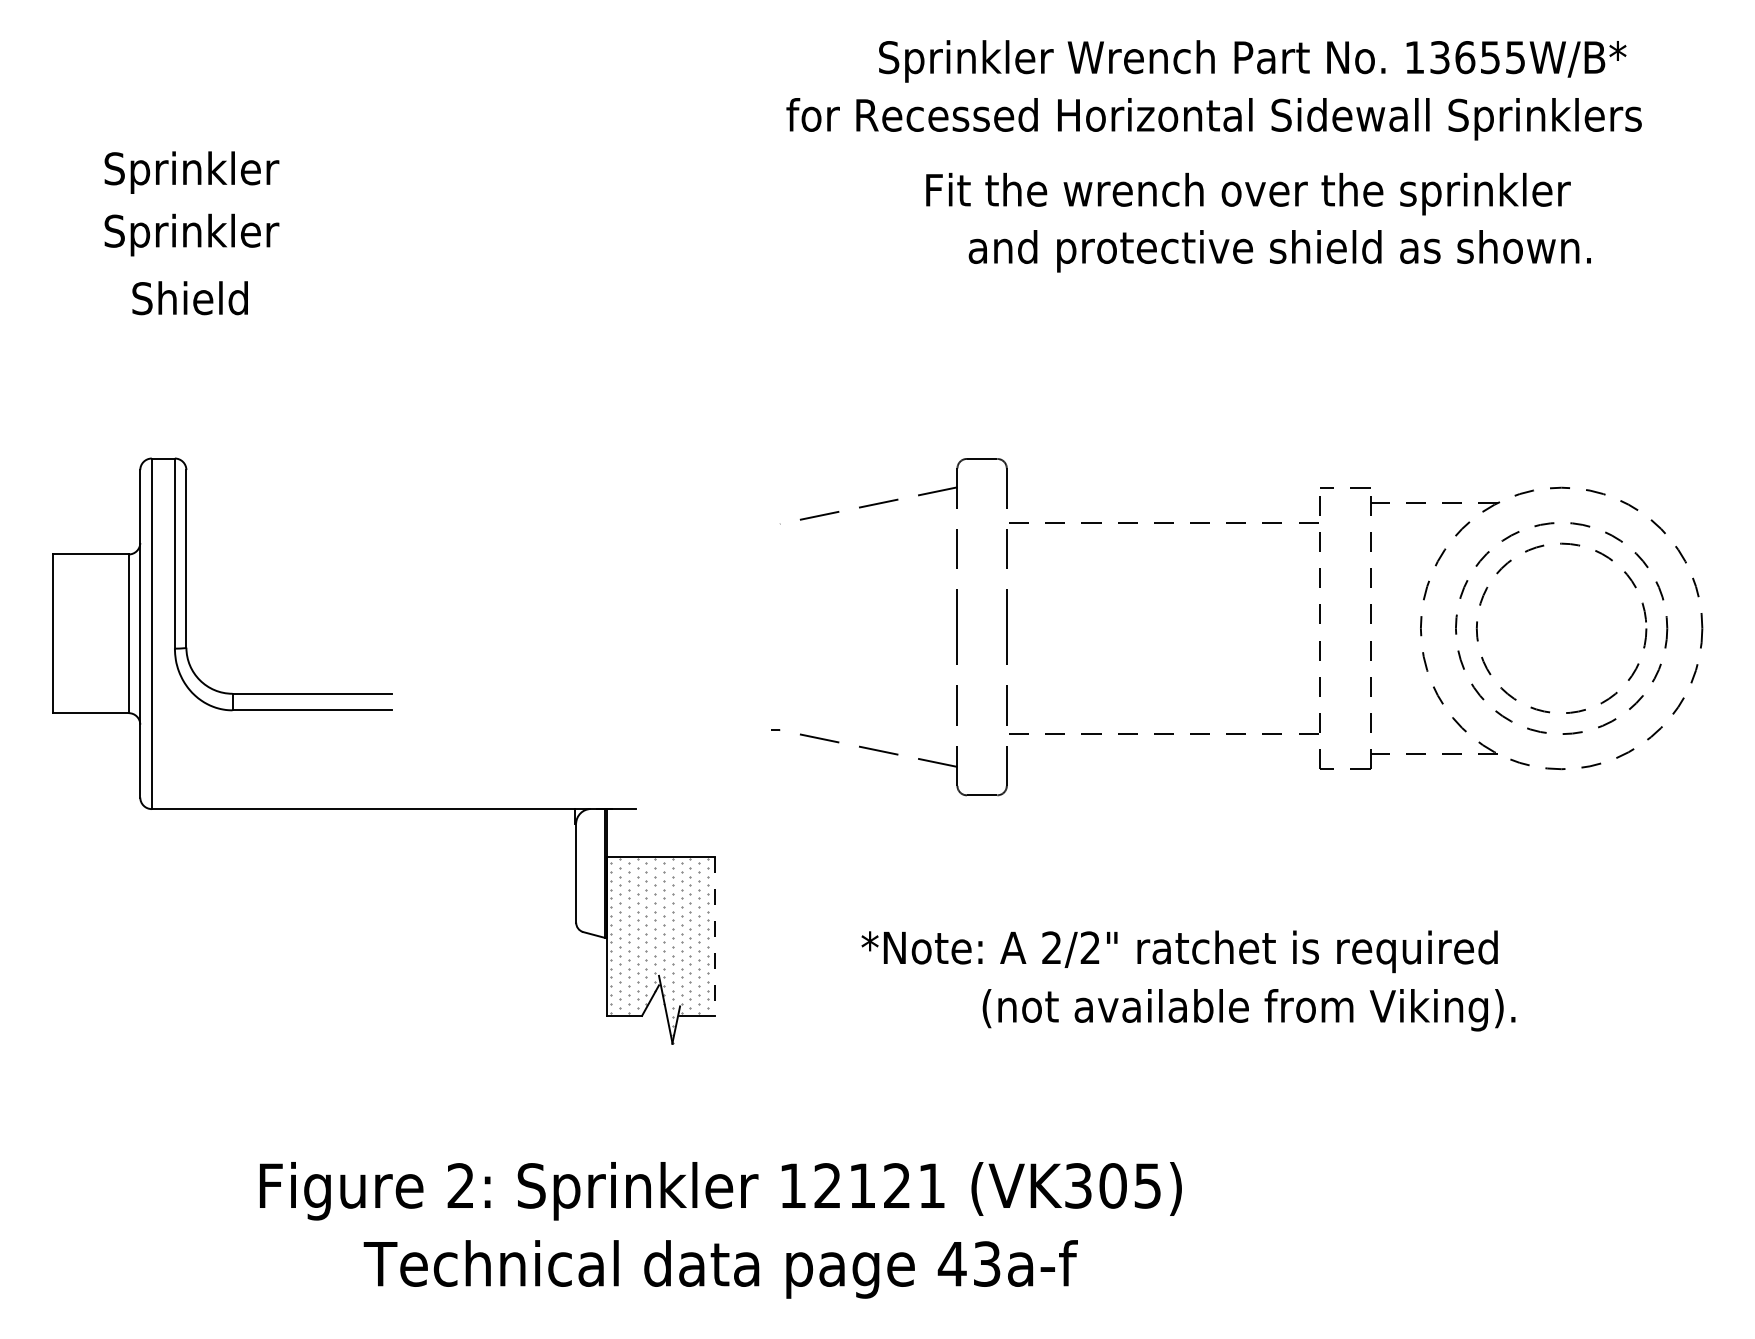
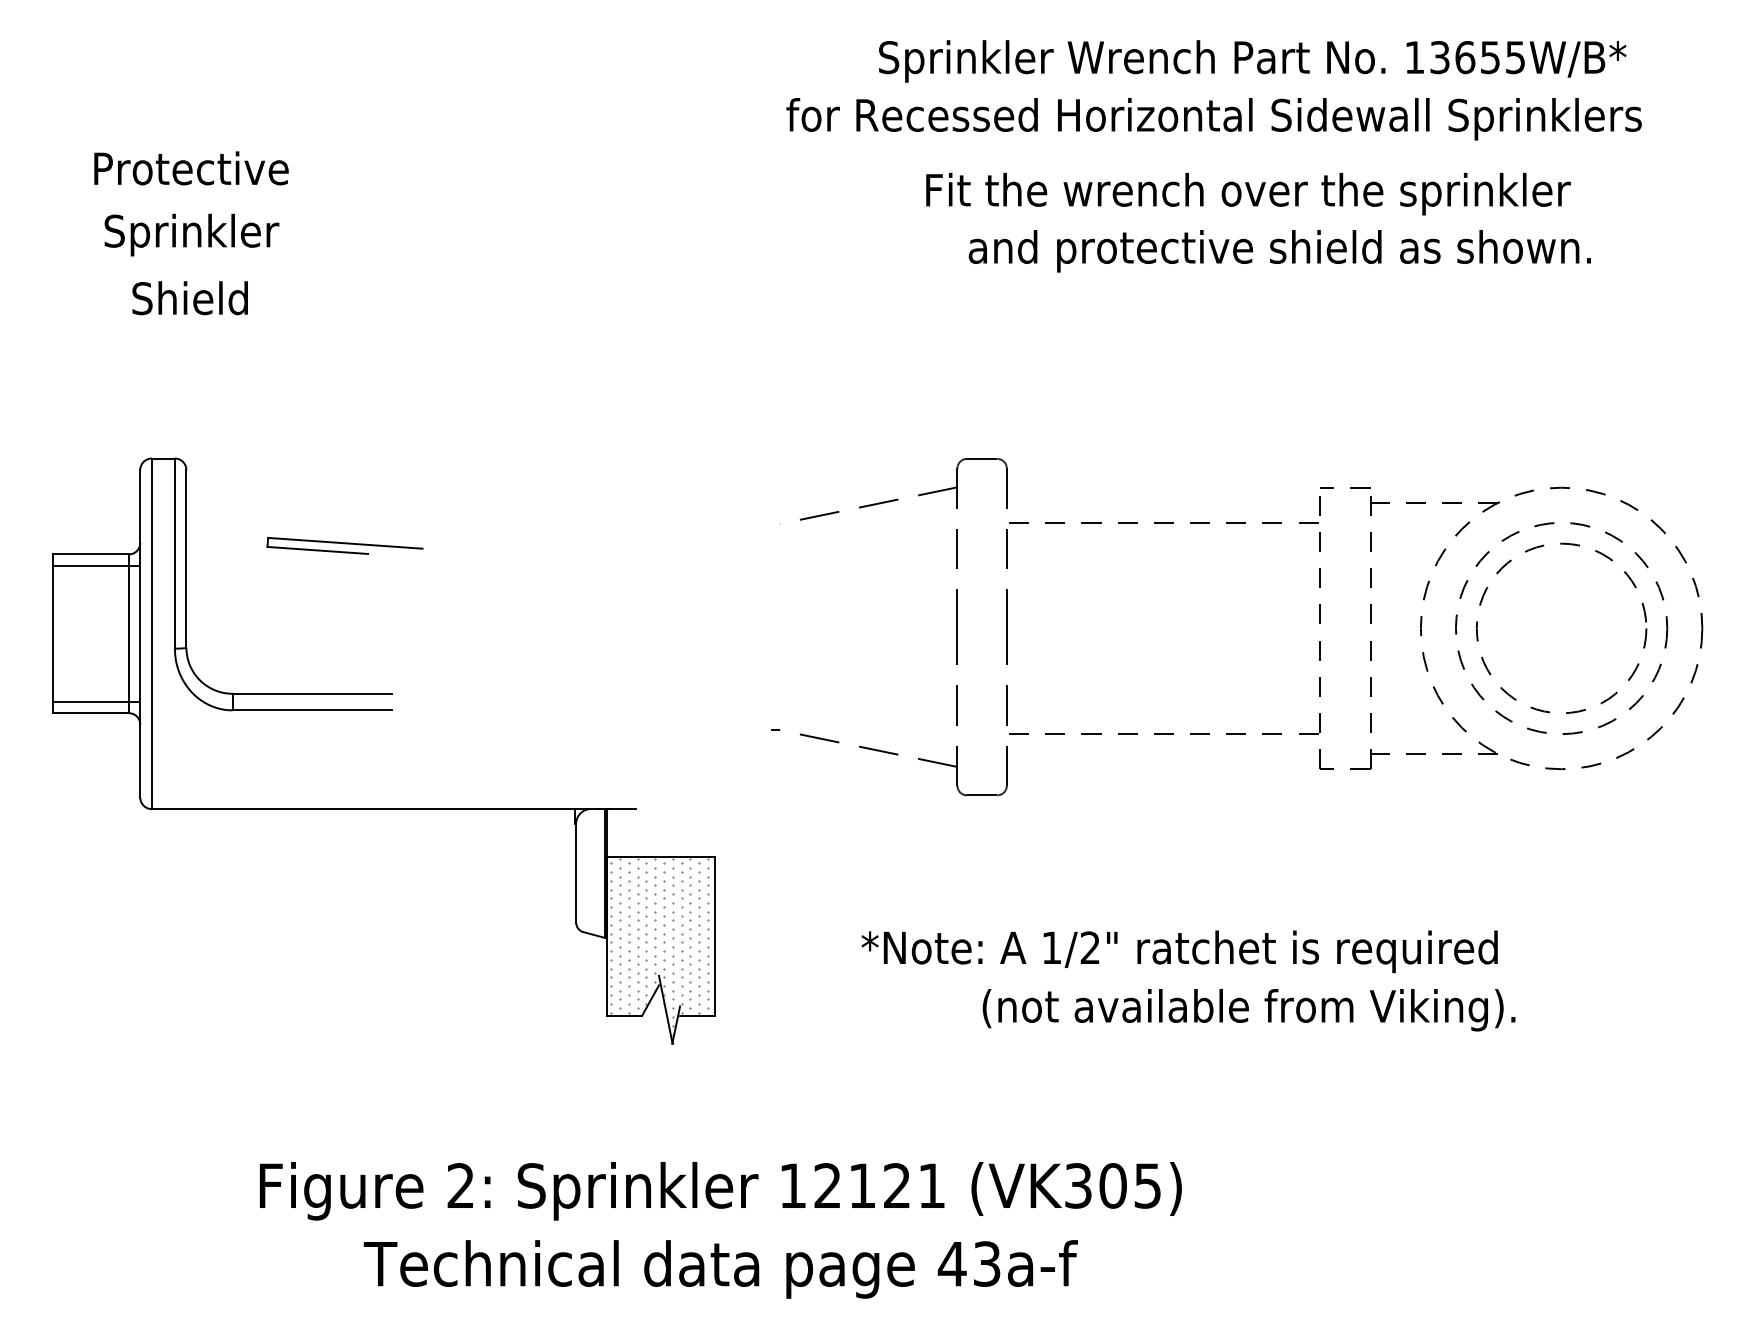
text at (191, 172): Sprinkler -> Protective
part at (344, 545): none -> present
line at (96, 566): none -> present
line at (96, 701): none -> present
line at (715, 936): dashed -> solid
text at (1051, 947): 2/2" -> 1/2"
